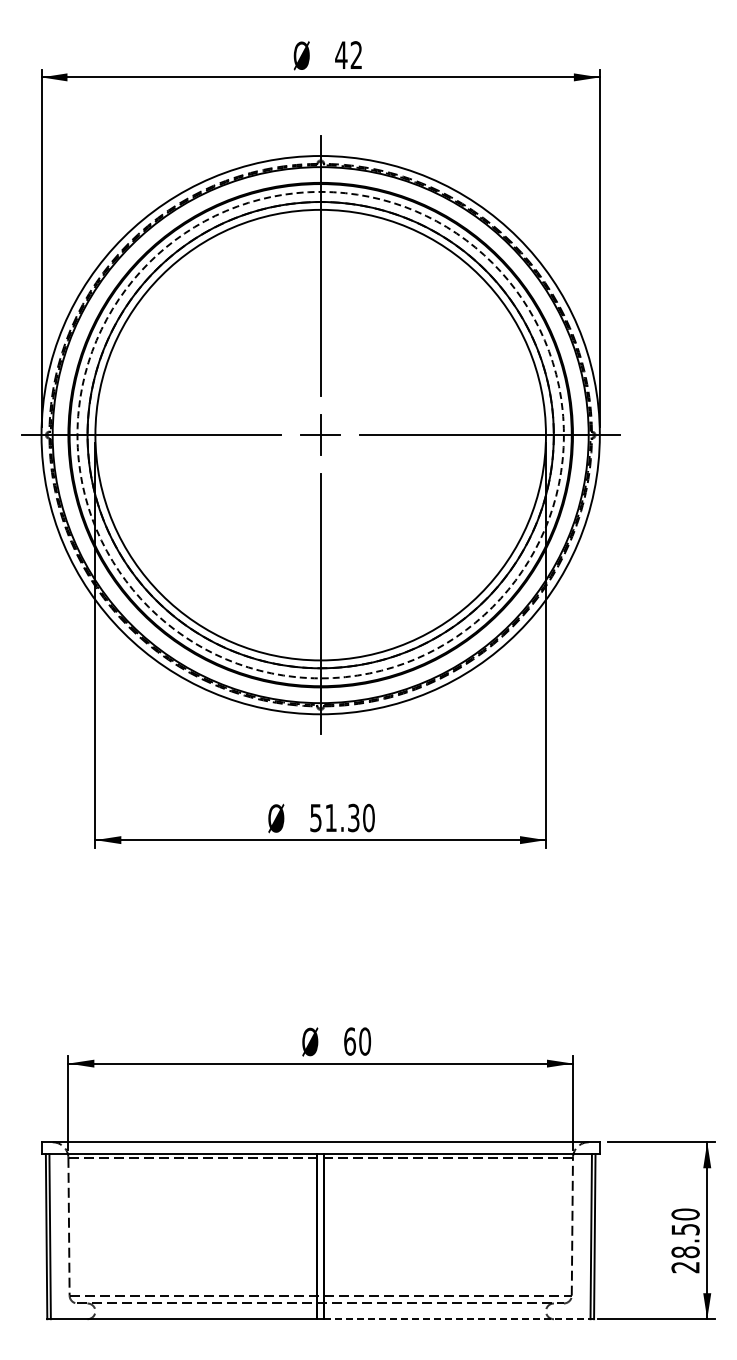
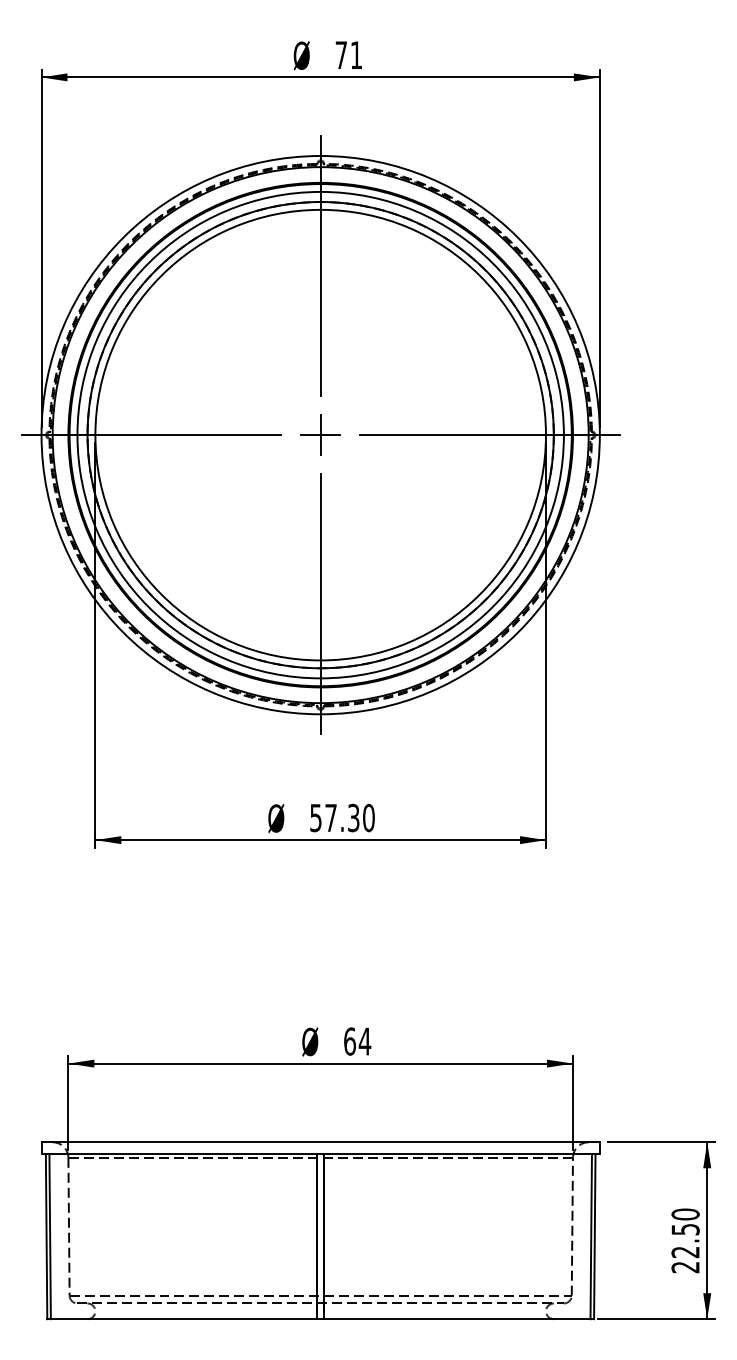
text at (348, 54): 42 -> 71
circle at (320, 434): dashed -> solid
text at (330, 817): 51.30 -> 57.30
text at (364, 1041): 60 -> 64
text at (685, 1252): 28.50 -> 22.50
line at (457, 1319): dashed -> solid
